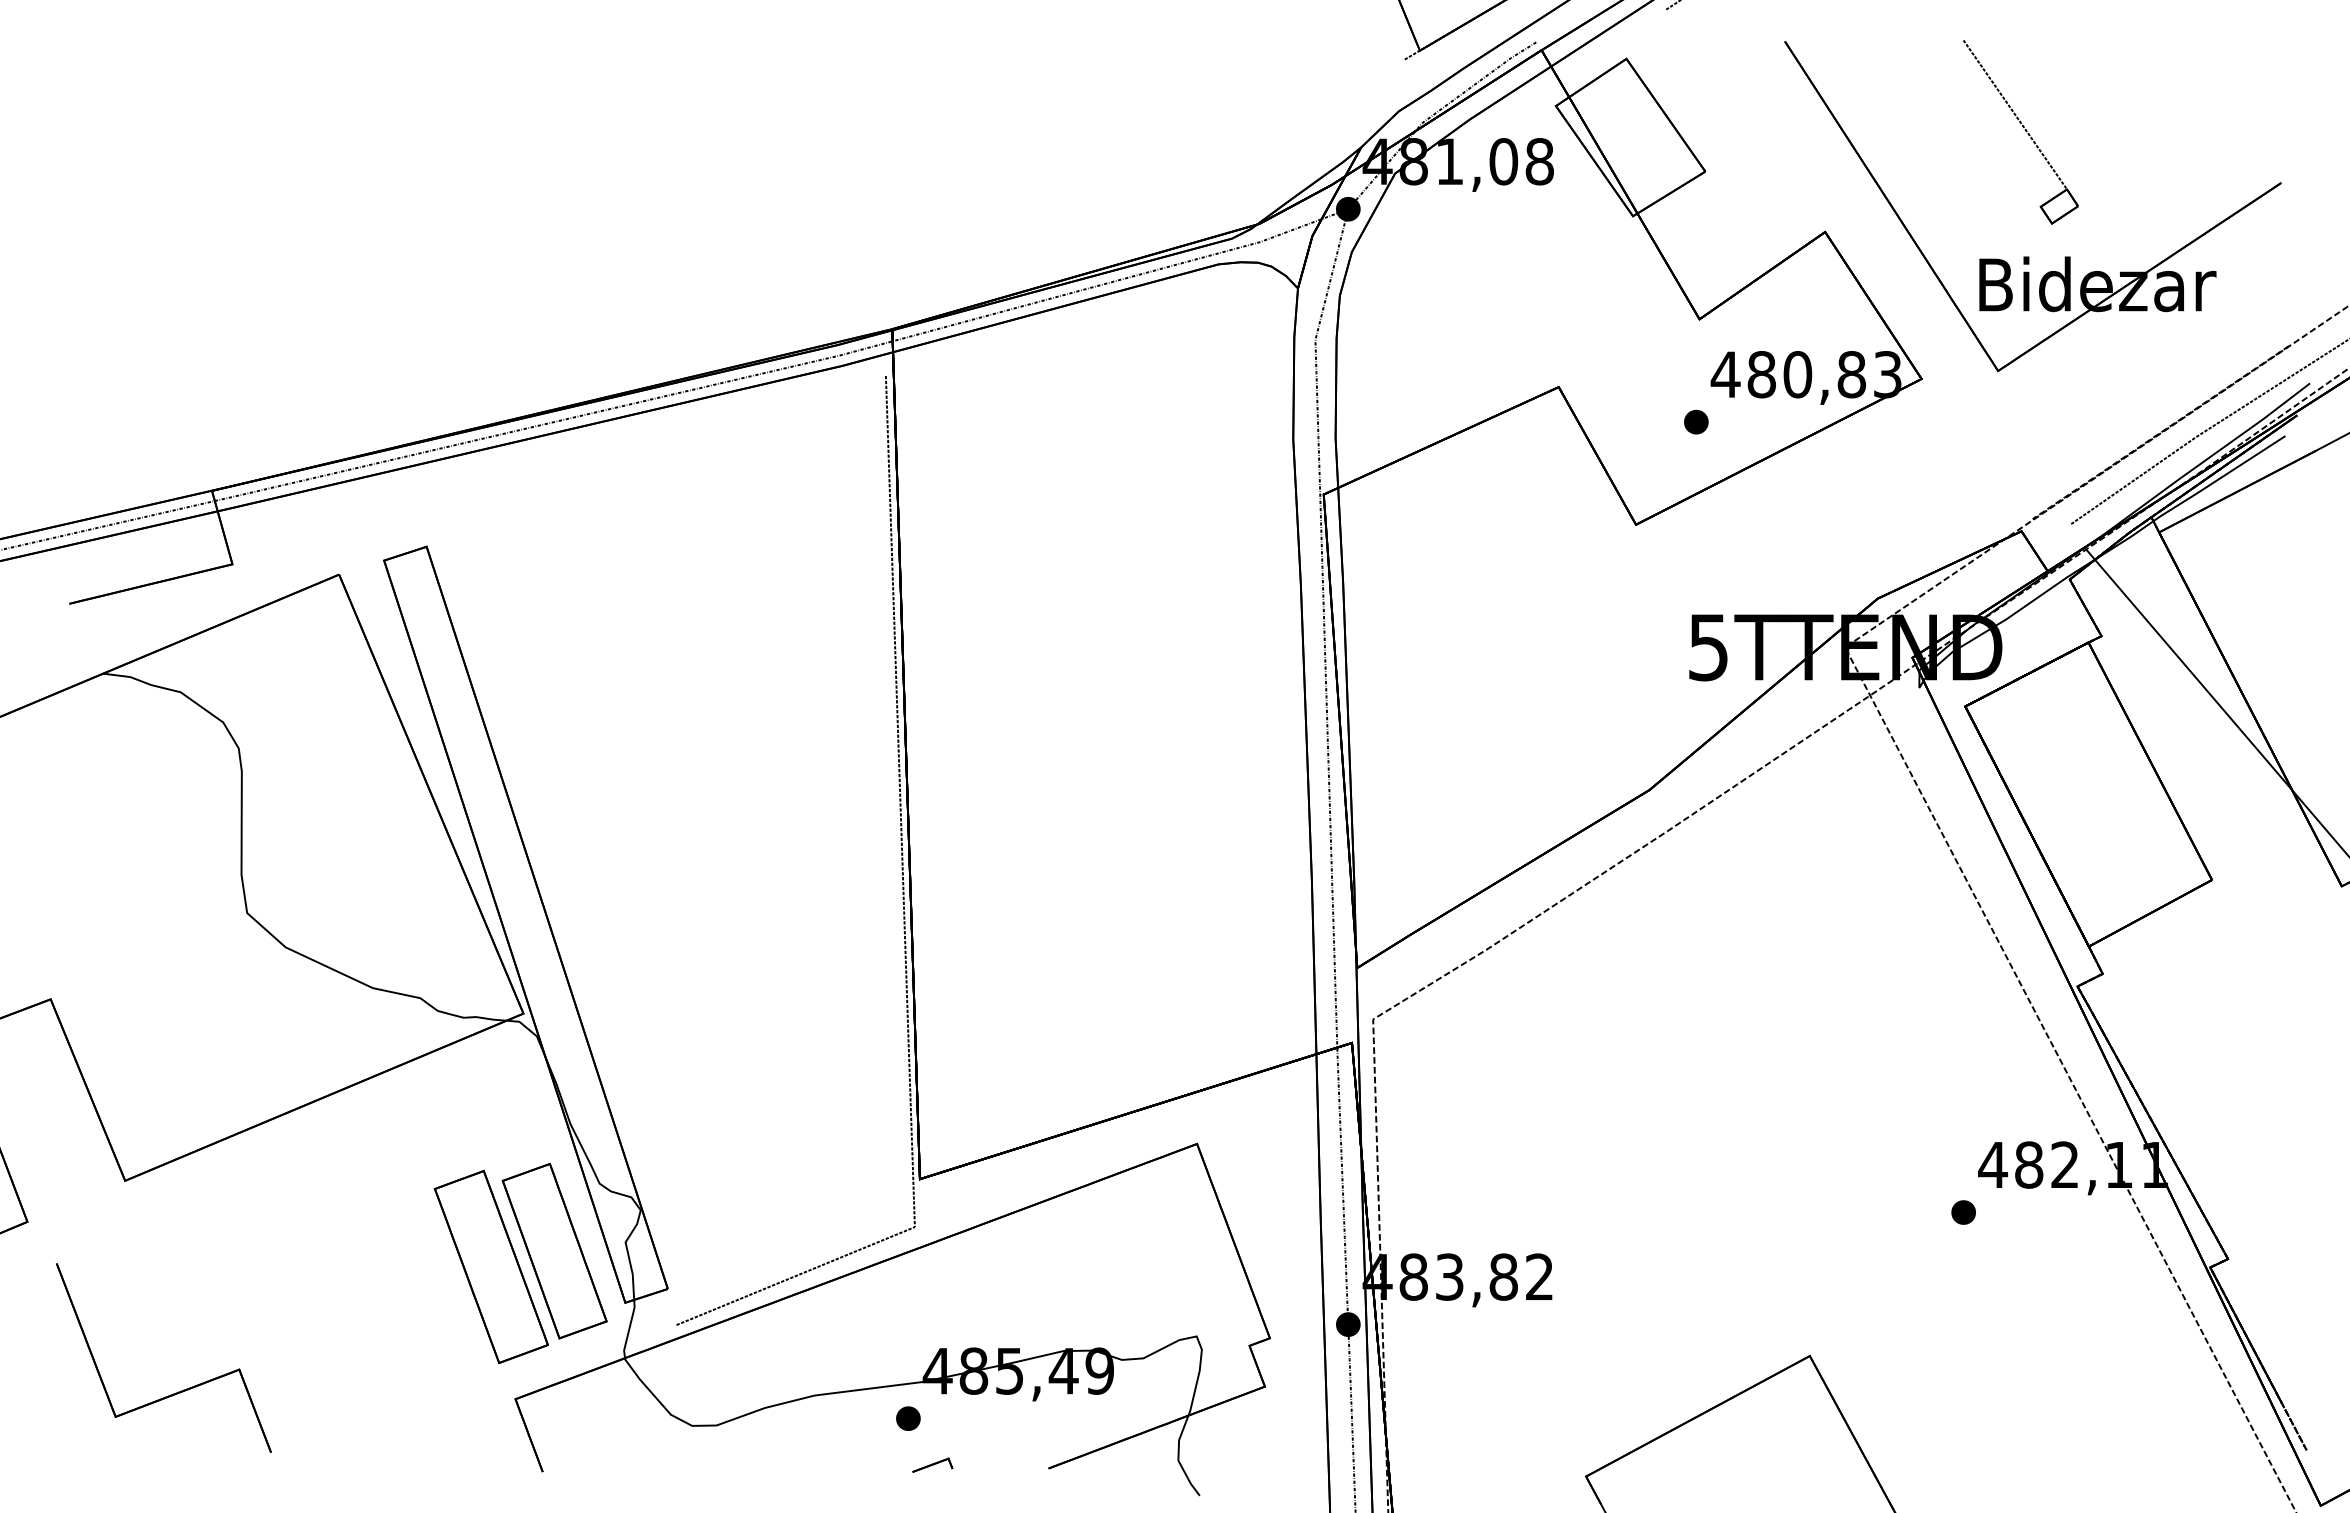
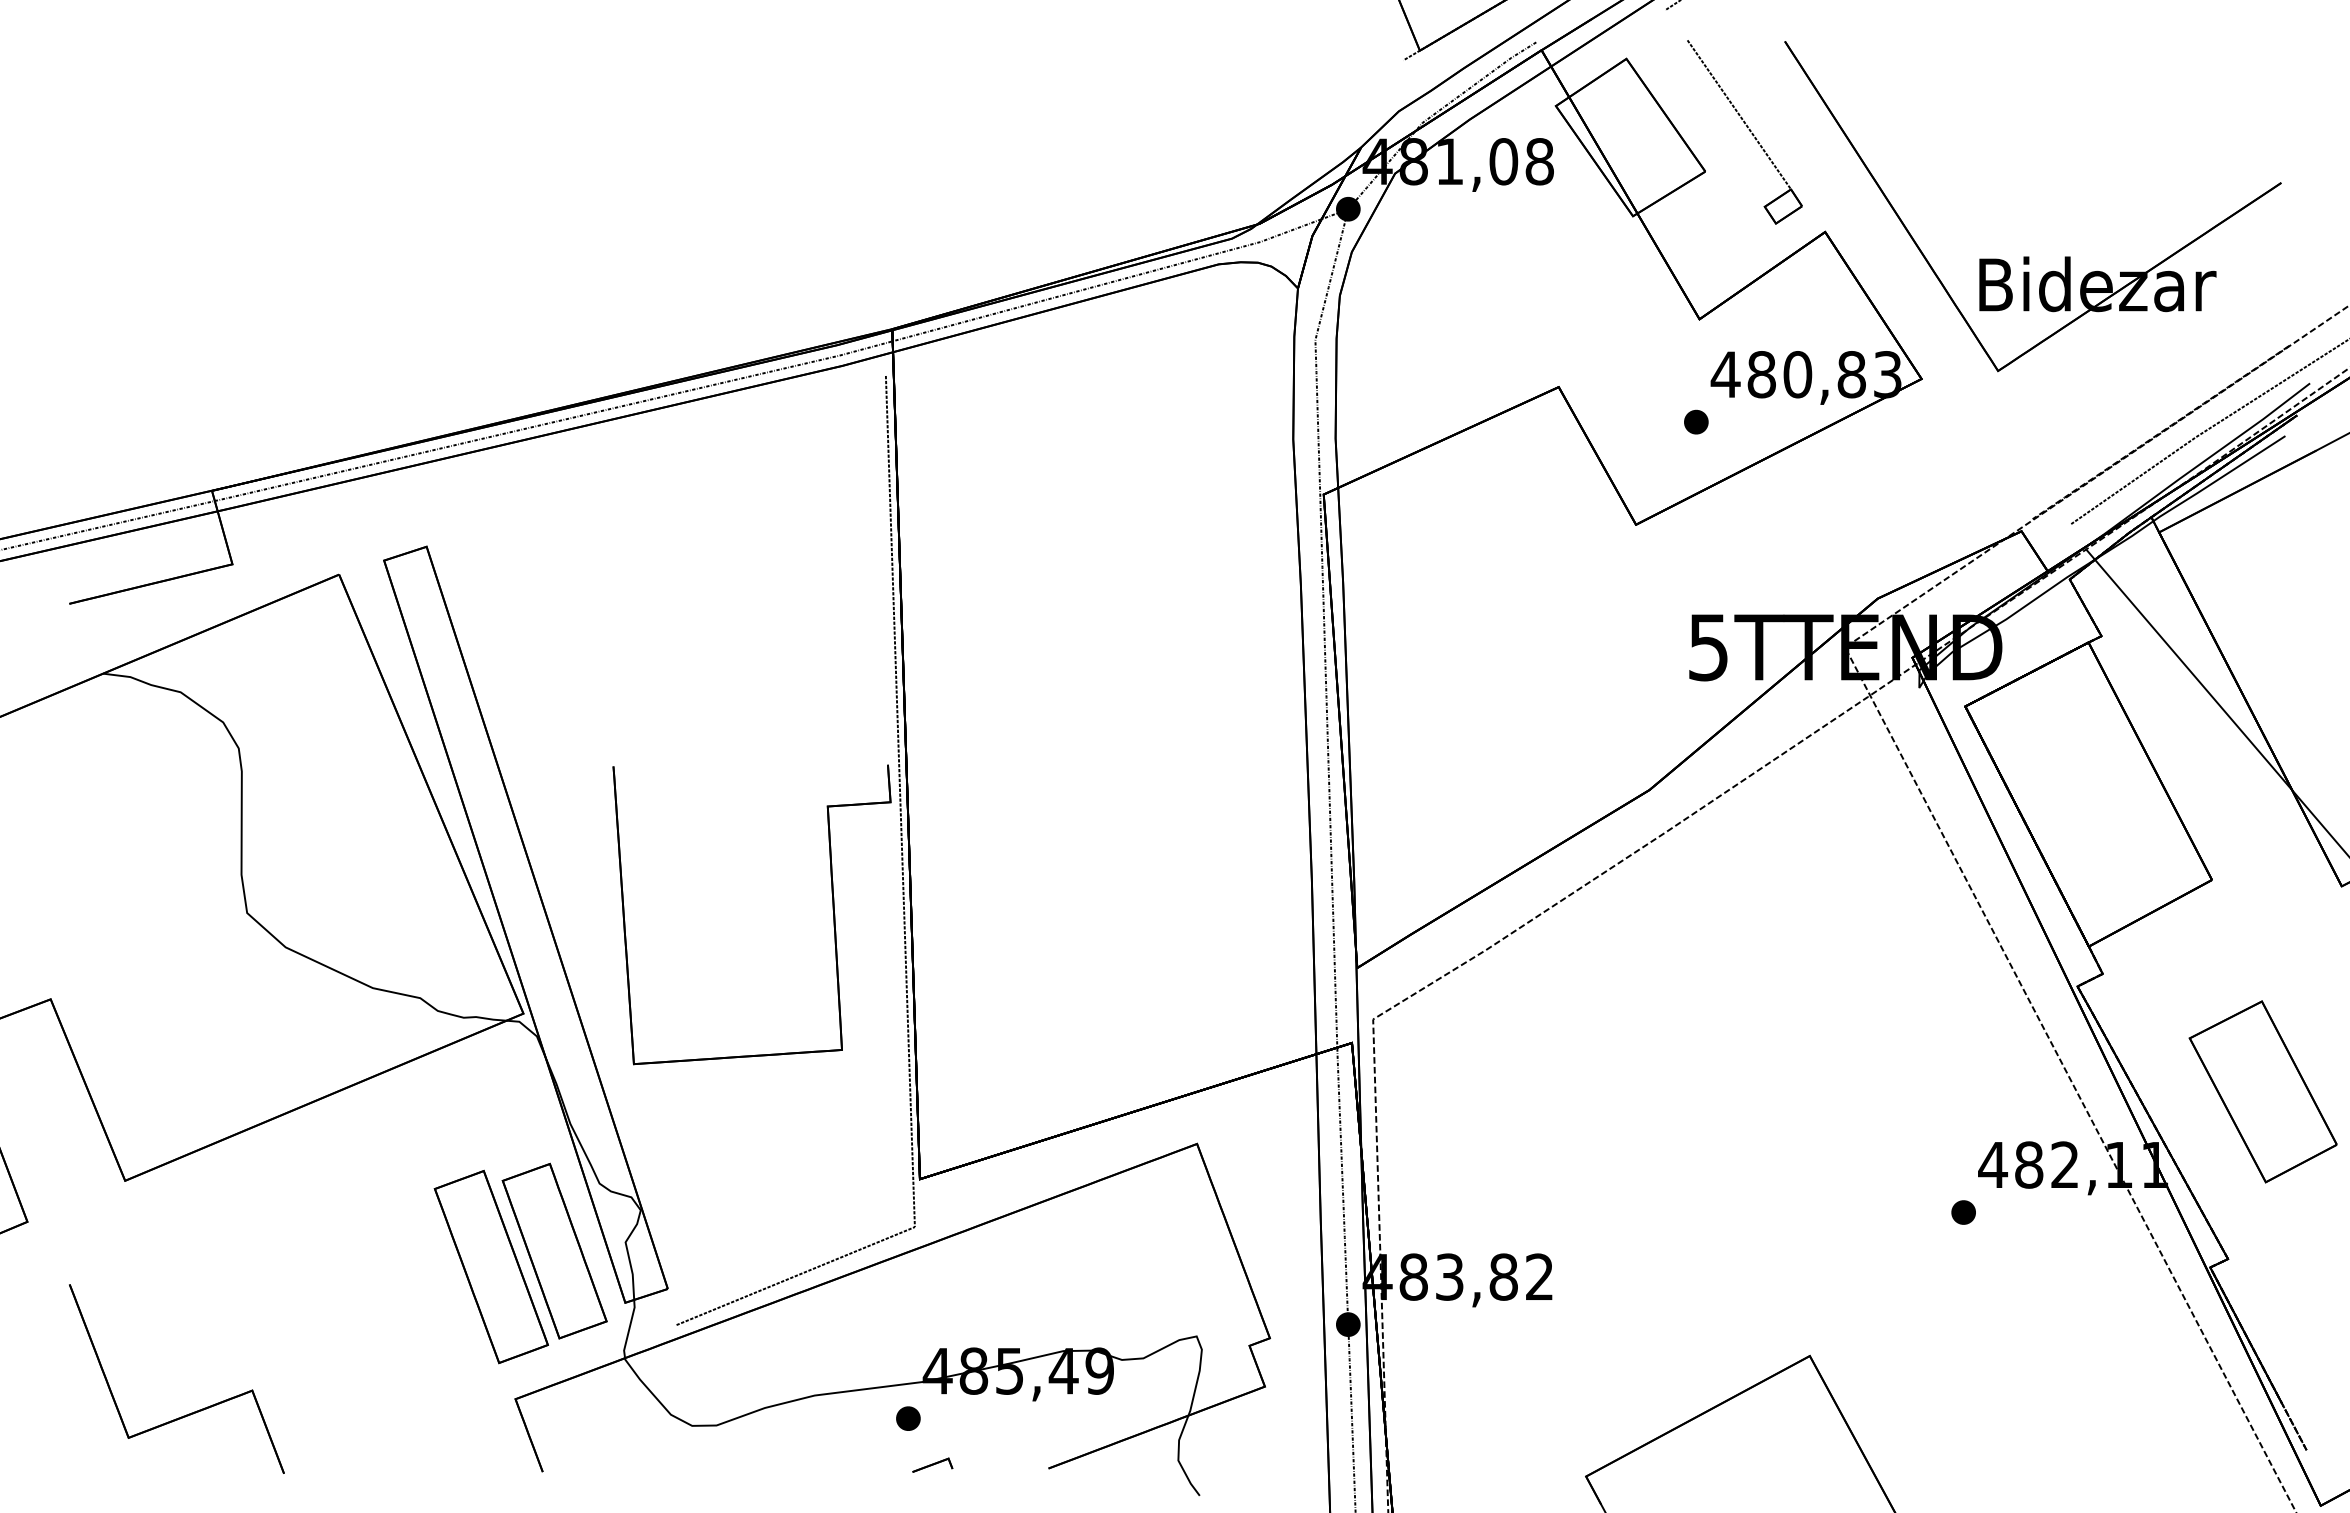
part at (2020, 132) position: (2020, 132) -> (1744, 132)
part at (832, 909): none -> present
part at (2262, 1091): none -> present
part at (178, 1391) position: (178, 1391) -> (191, 1412)
